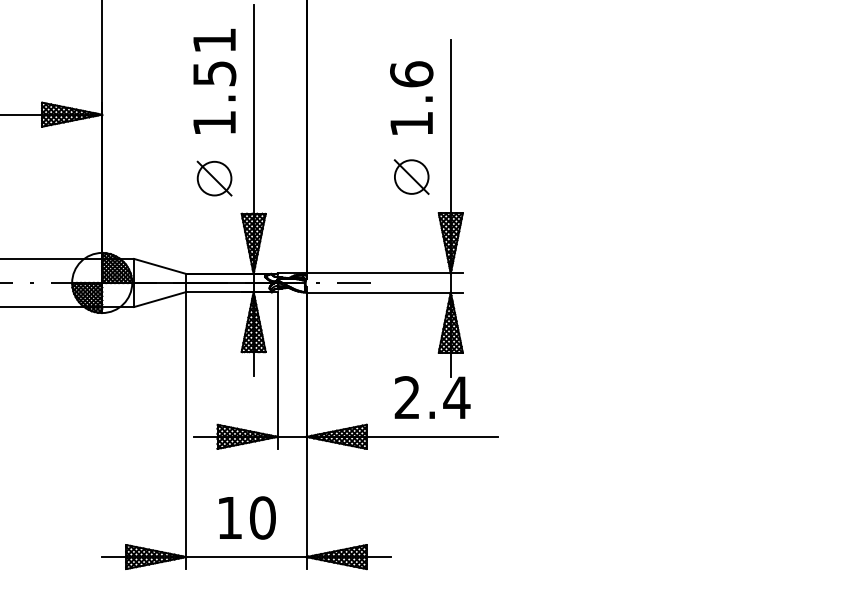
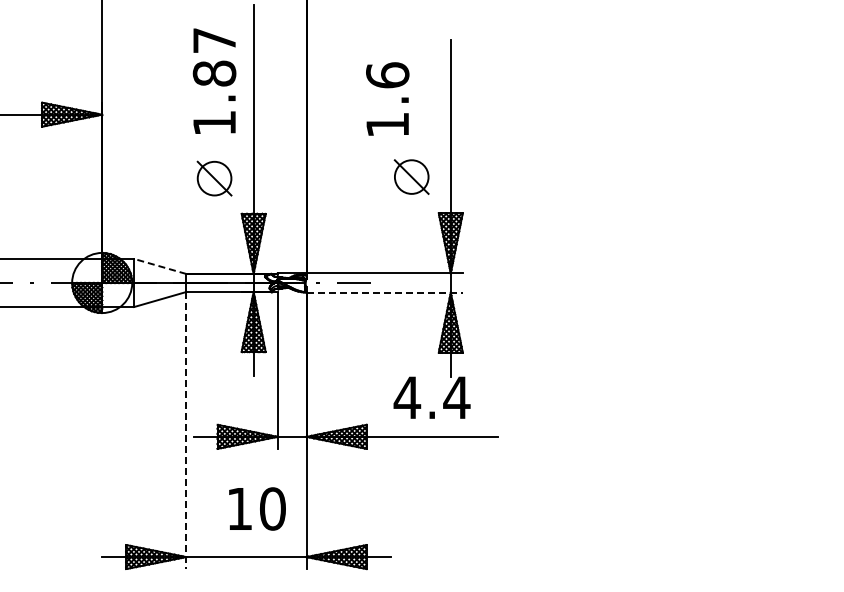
text at (214, 57): 1.51 -> 1.87
text at (411, 97) position: (411, 97) -> (387, 98)
line at (159, 266): solid -> dashed
line at (385, 292): solid -> dashed
text at (407, 397): 2.4 -> 4.4
line at (186, 430): solid -> dashed
text at (247, 517) position: (247, 517) -> (257, 508)
